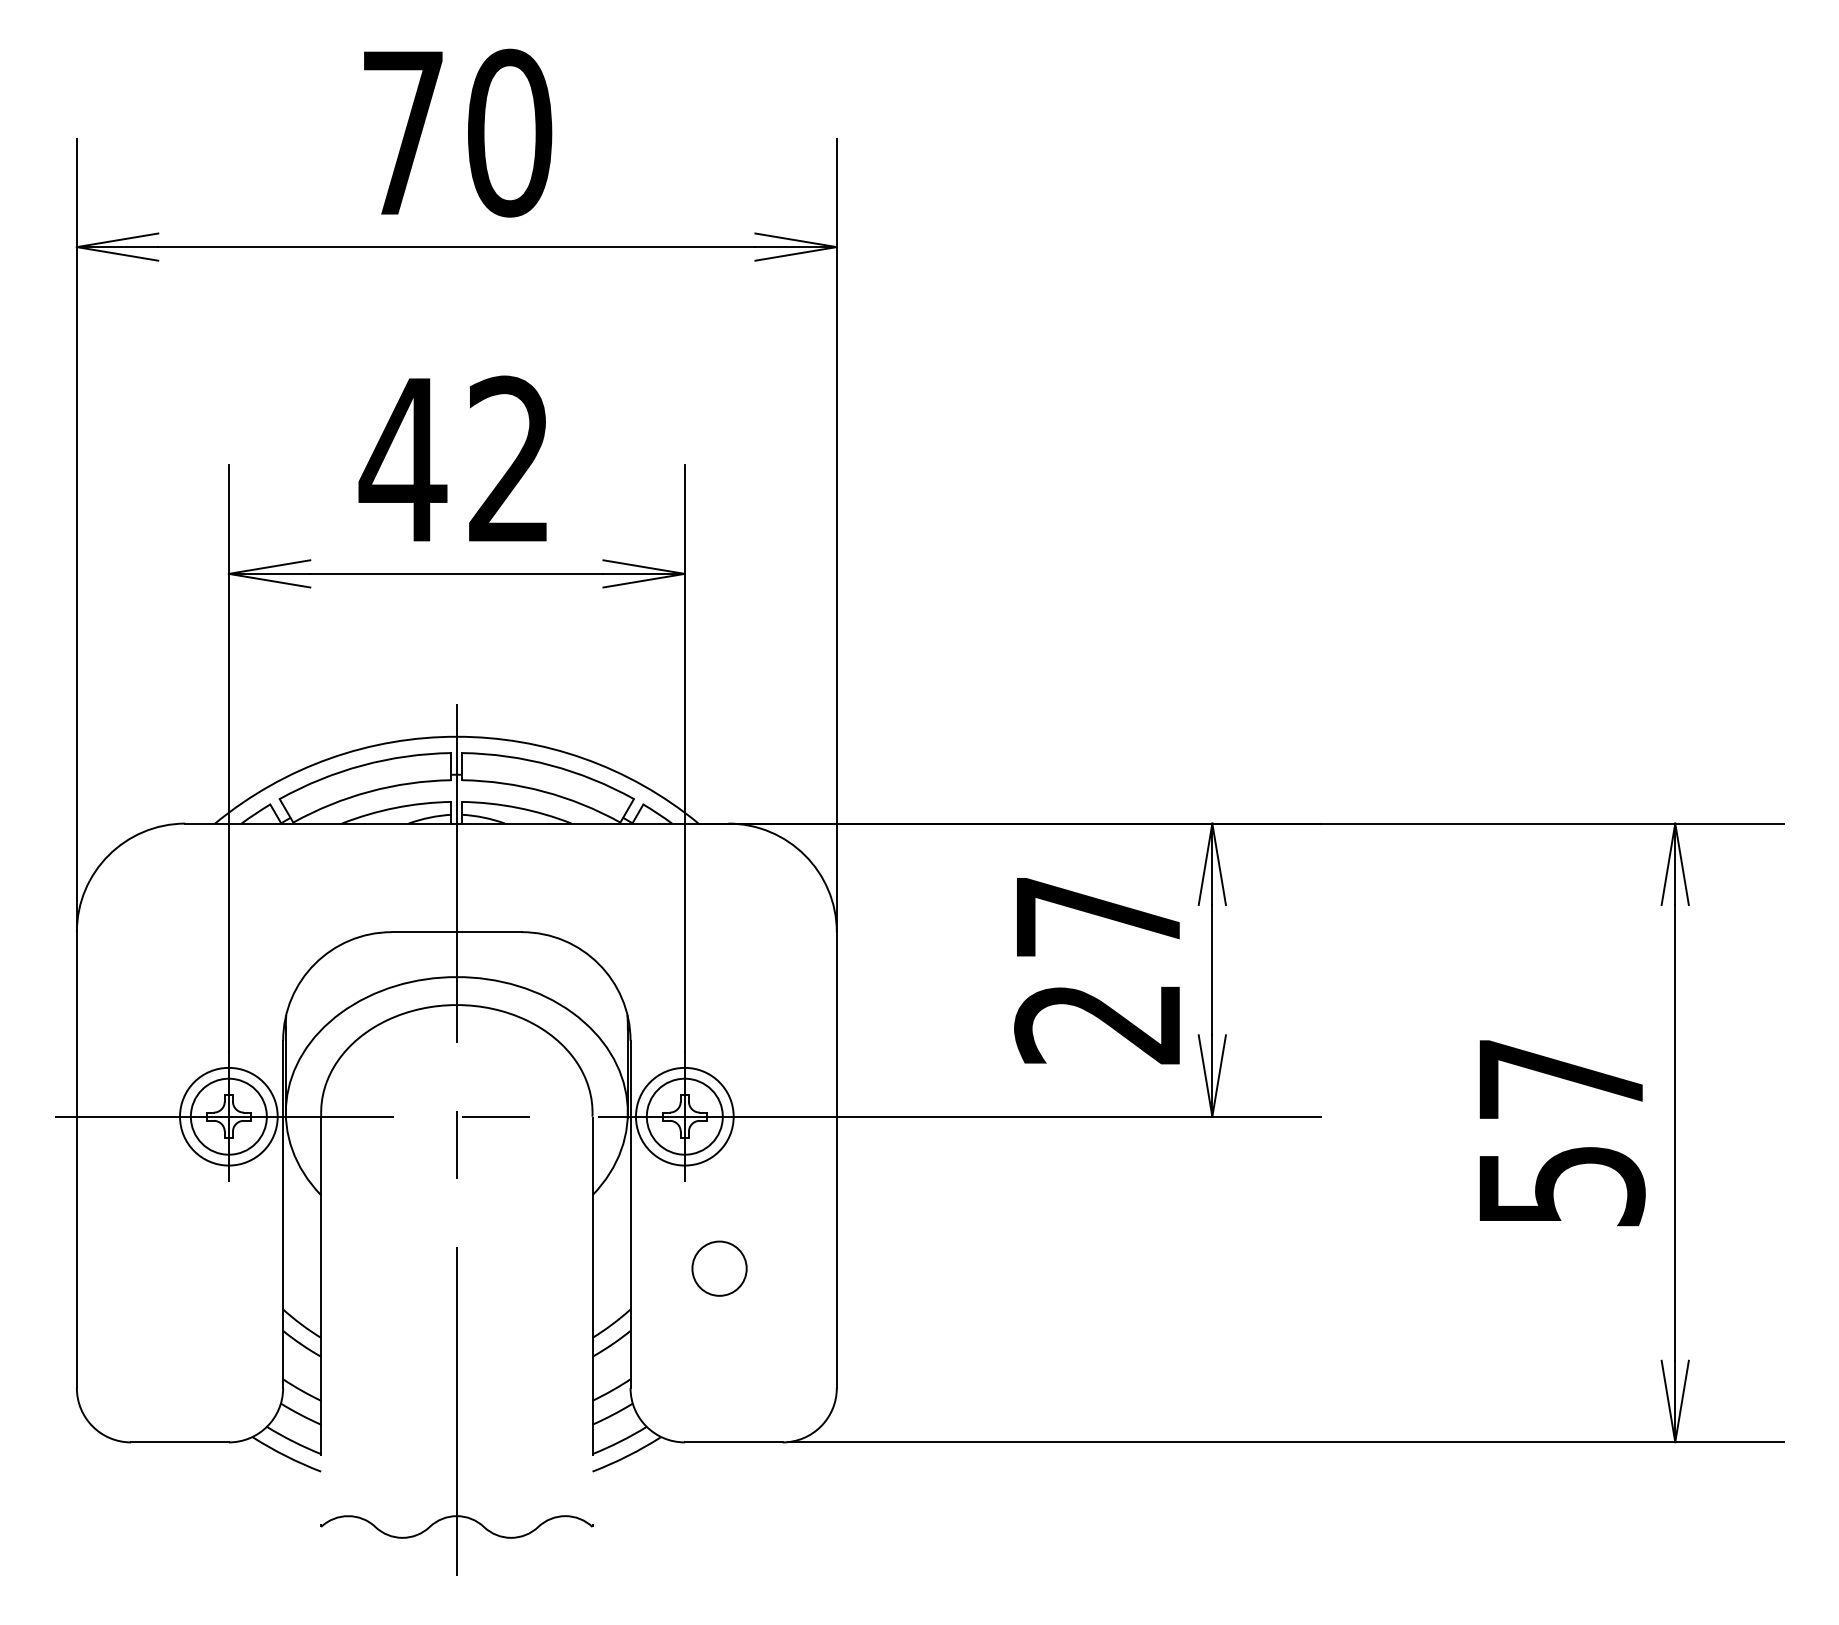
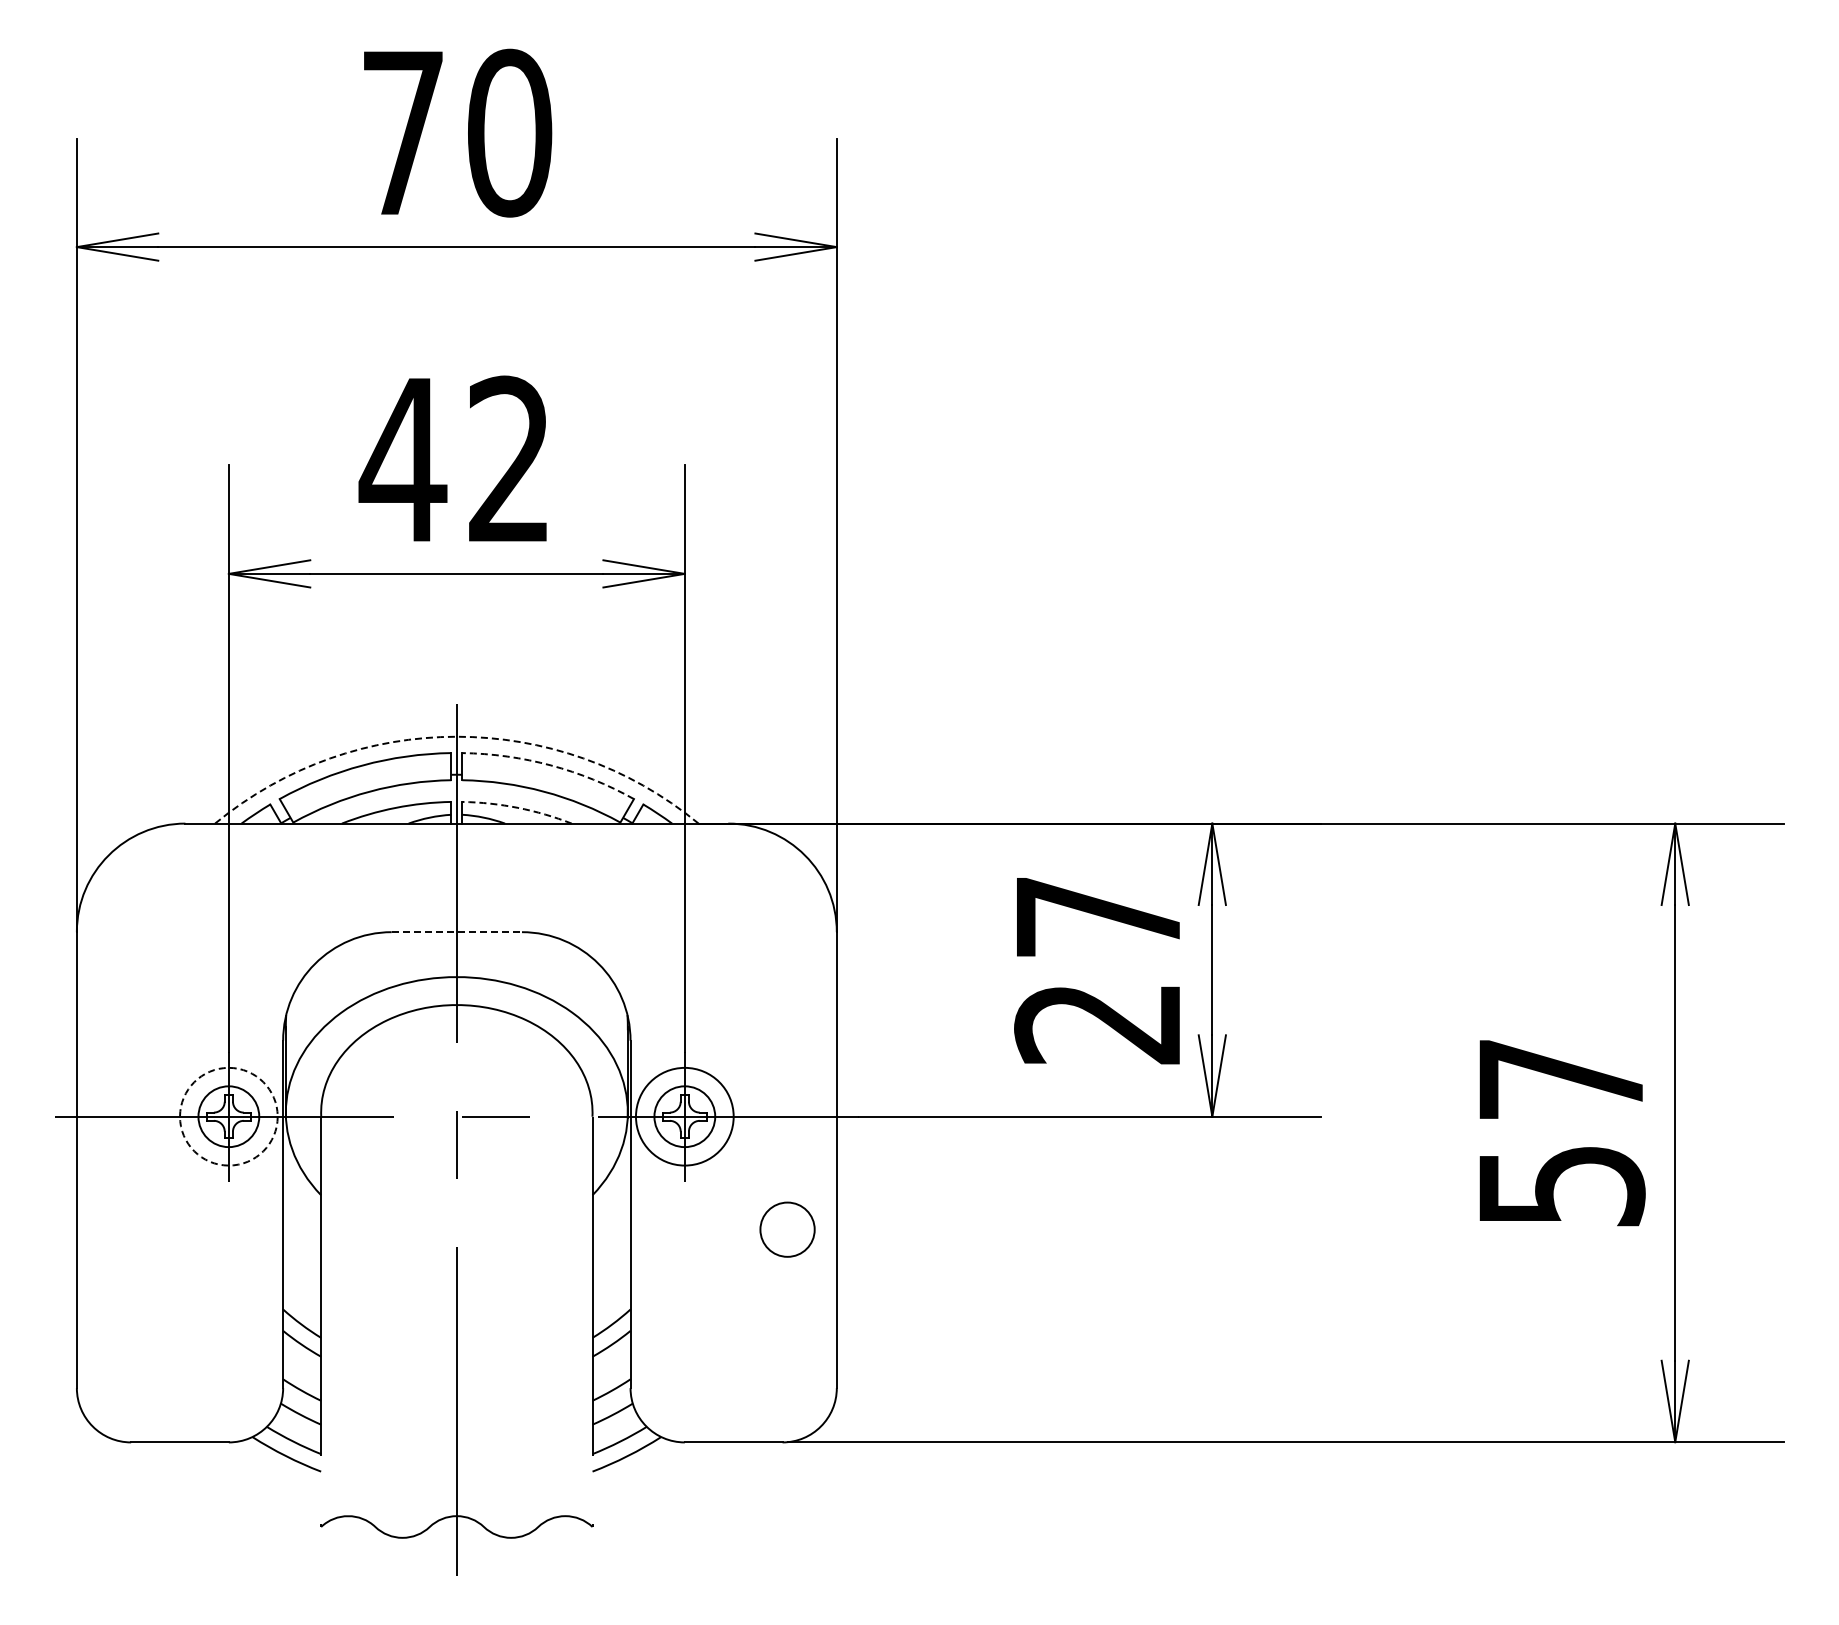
arc at (456, 736): solid -> dashed
arc at (550, 765): solid -> dashed
arc at (517, 807): solid -> dashed
line at (457, 932): solid -> dashed
circle at (228, 1116) diameter: 76 px -> 61 px
circle at (228, 1116): solid -> dashed
circle at (684, 1116) diameter: 76 px -> 61 px
circle at (719, 1268) position: (719, 1268) -> (787, 1229)
